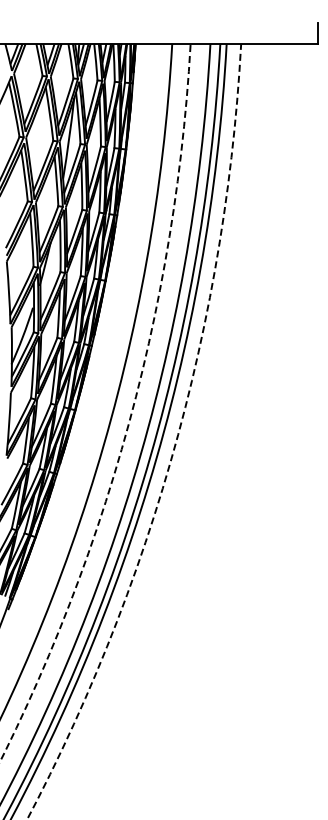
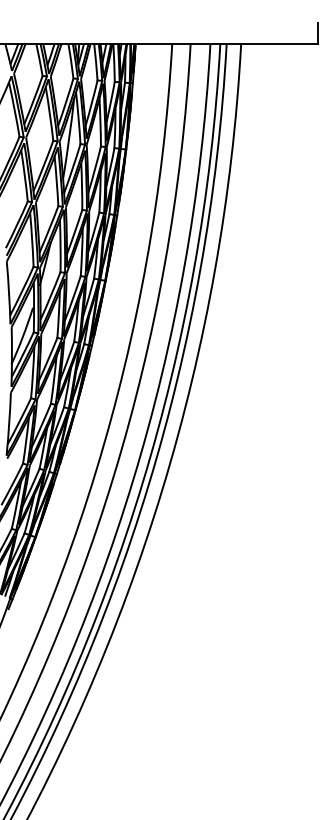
arc at (131, 414): dashed -> solid
arc at (176, 440): dashed -> solid
